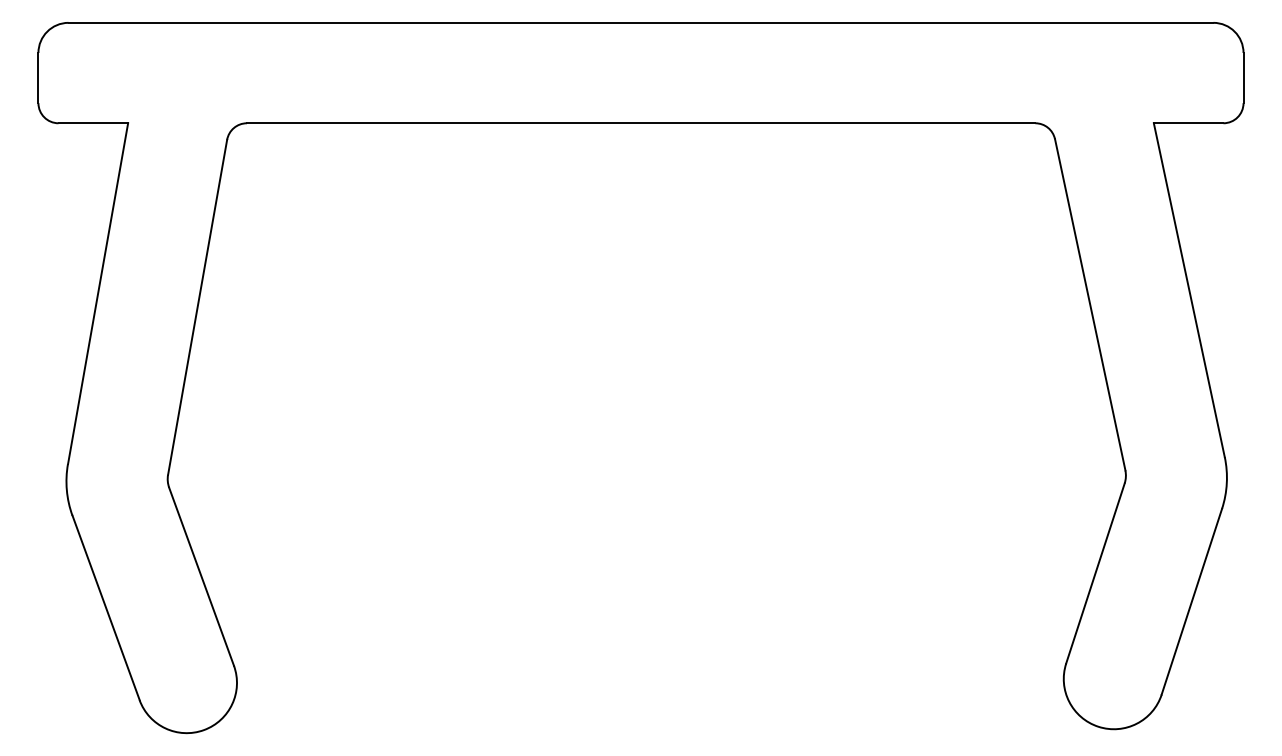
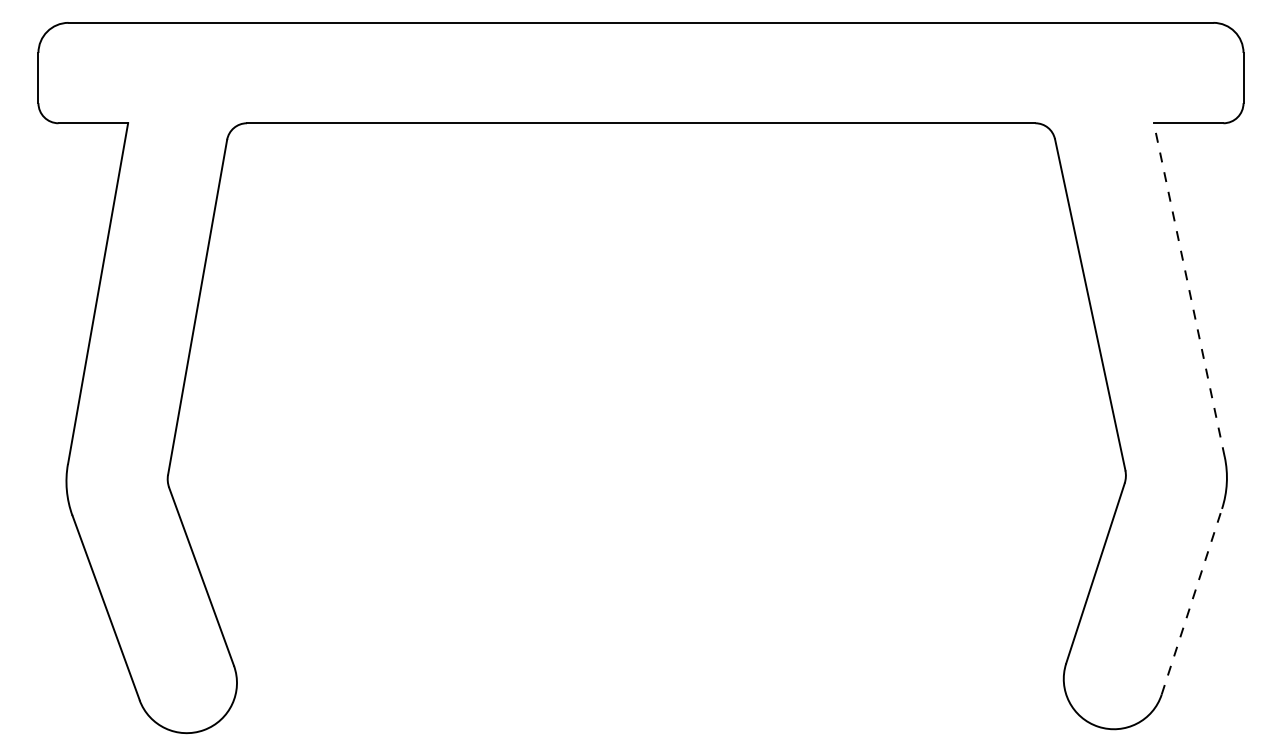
line at (1189, 290): solid -> dashed
line at (1191, 601): solid -> dashed
